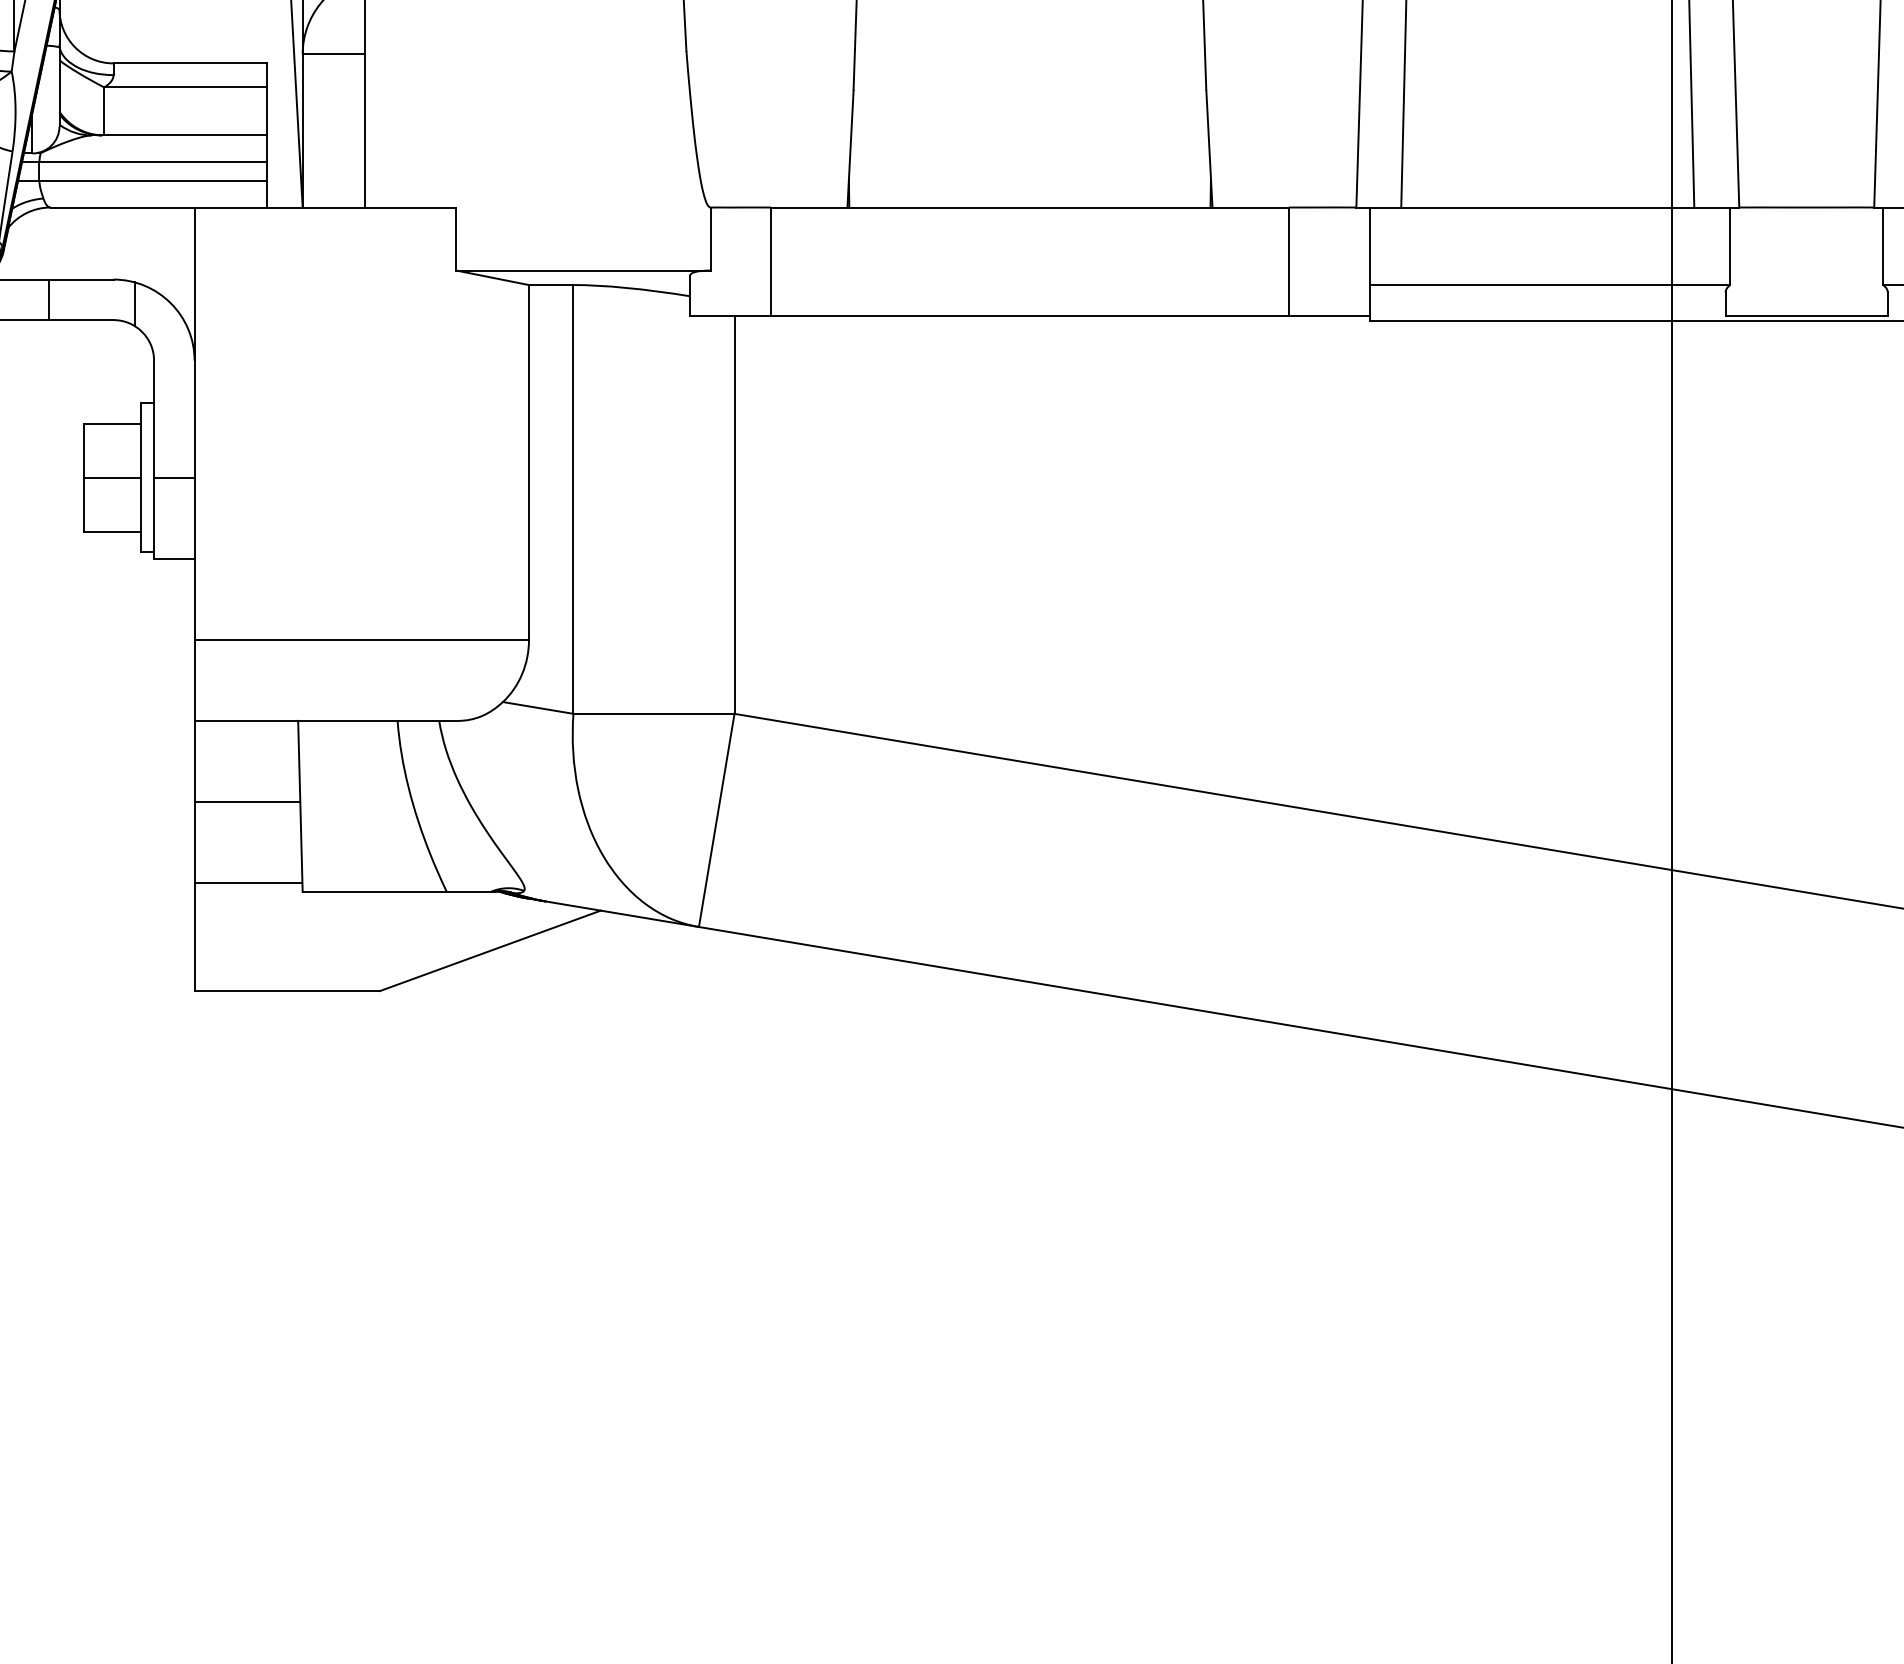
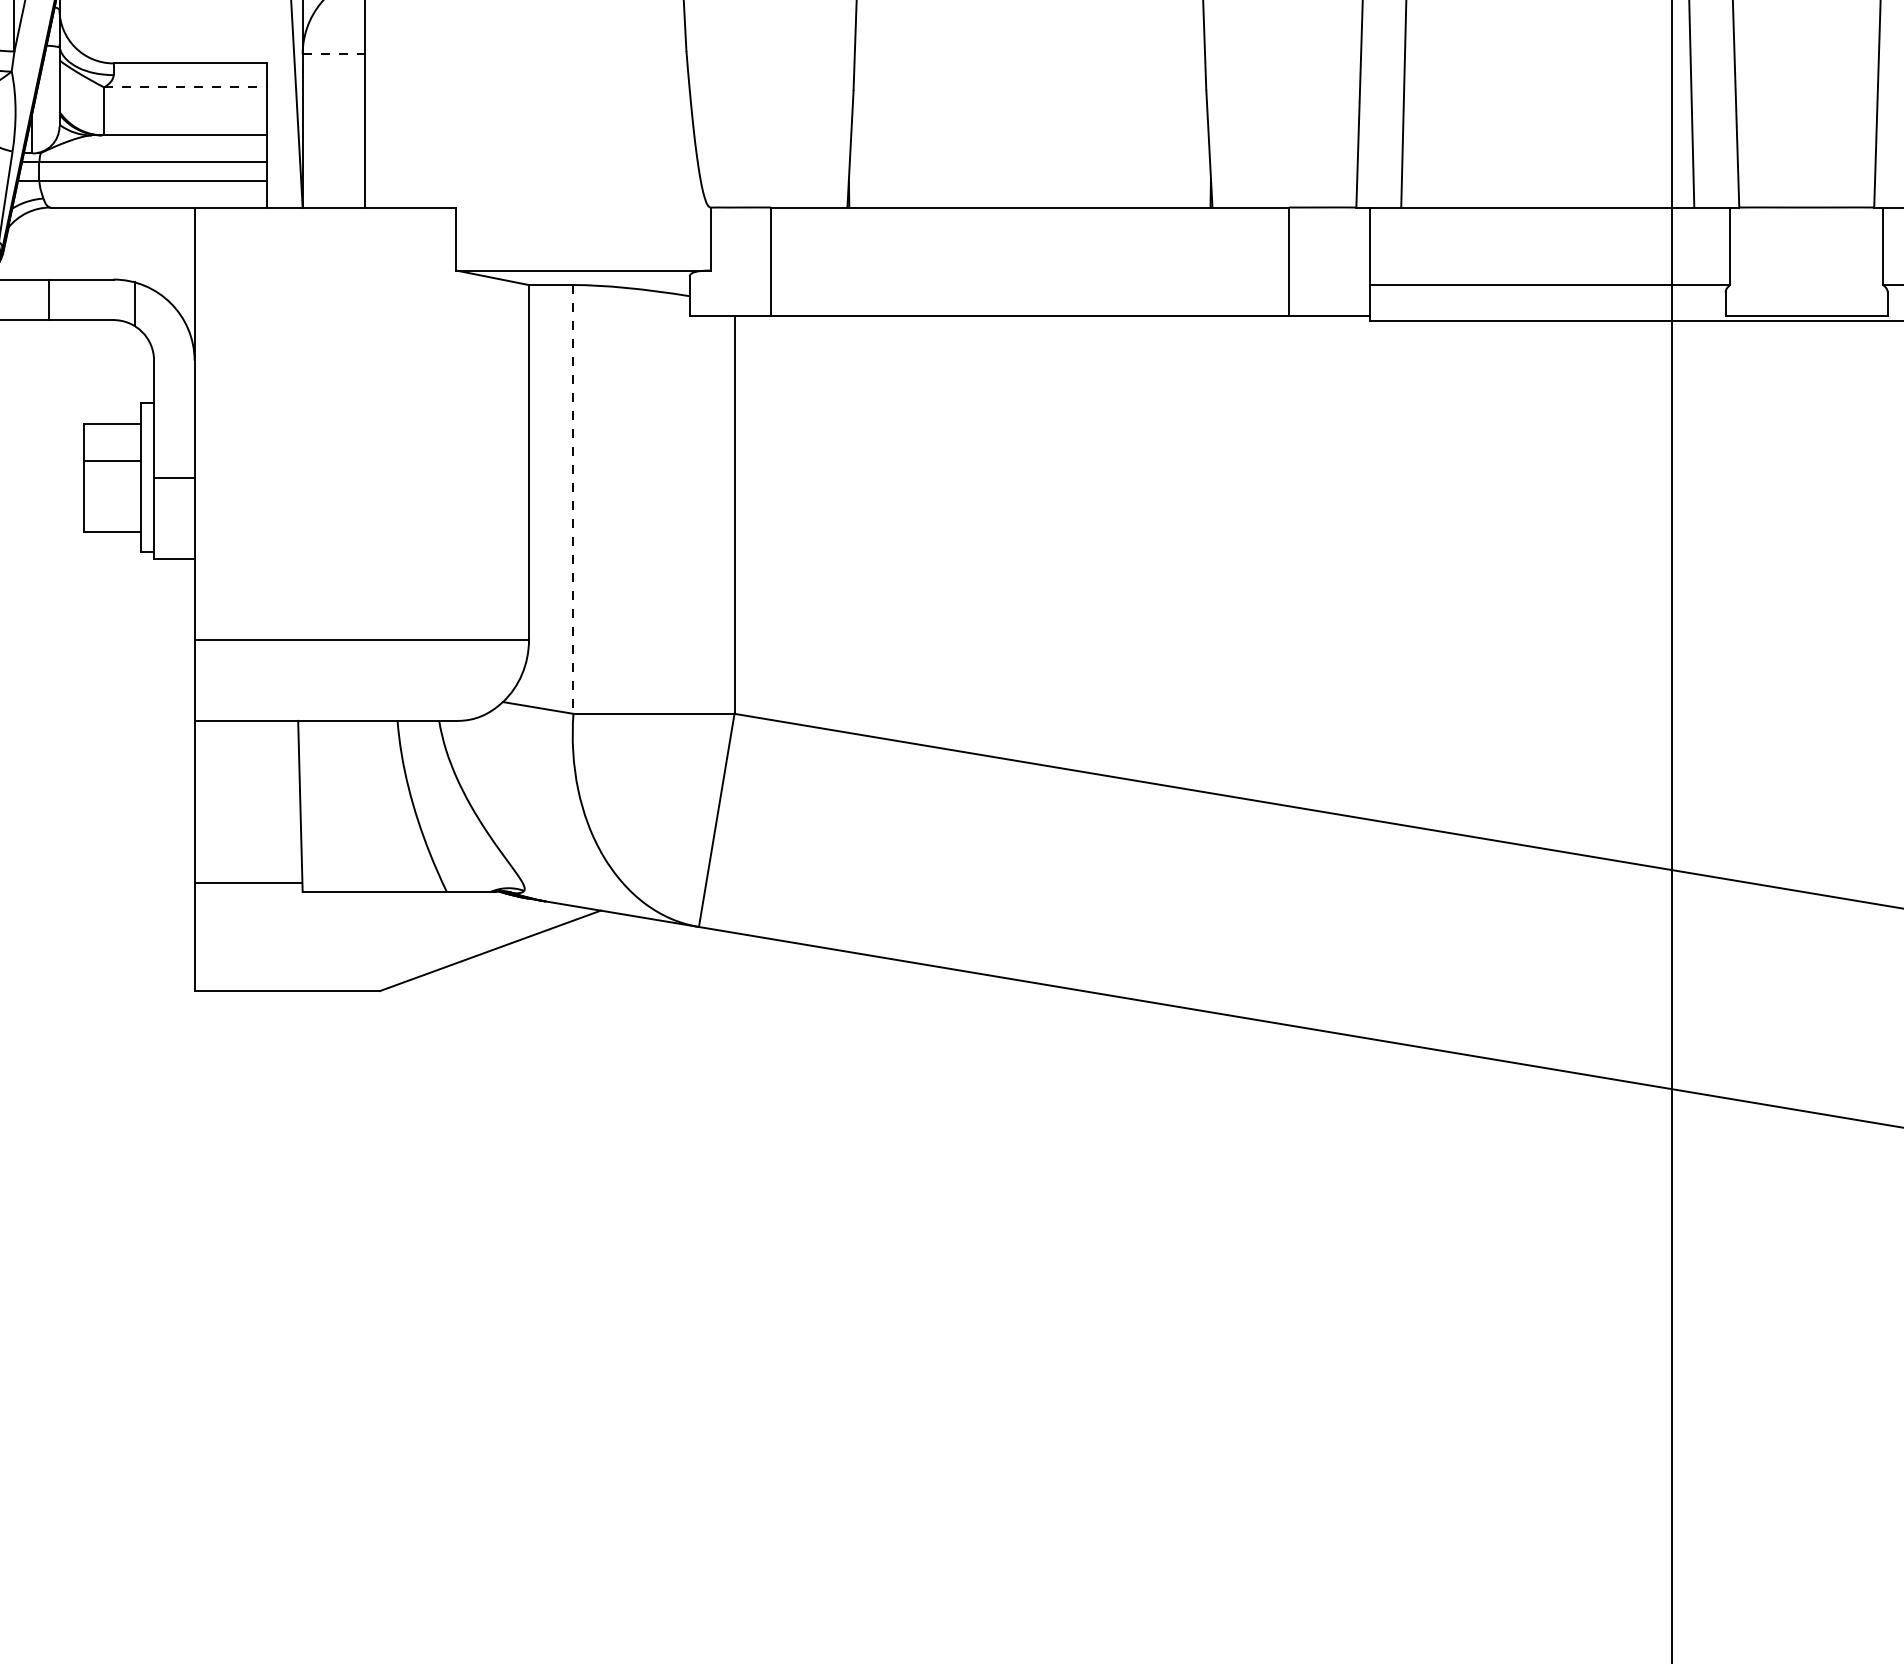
line at (334, 54): solid -> dashed
line at (185, 87): solid -> dashed
line at (112, 477) position: (112, 477) -> (112, 460)
line at (573, 499): solid -> dashed
line at (247, 801): present -> none
